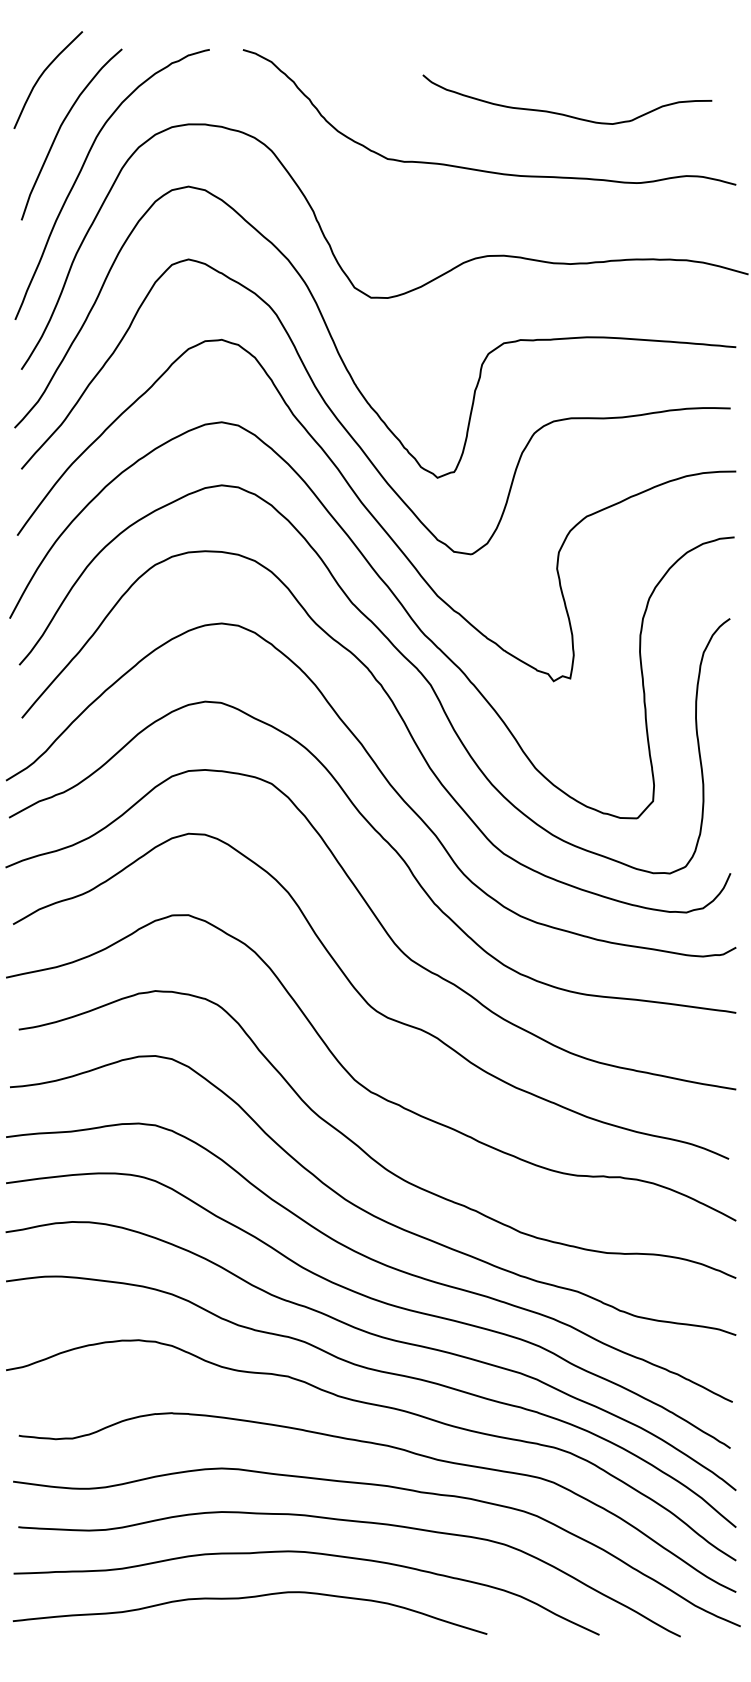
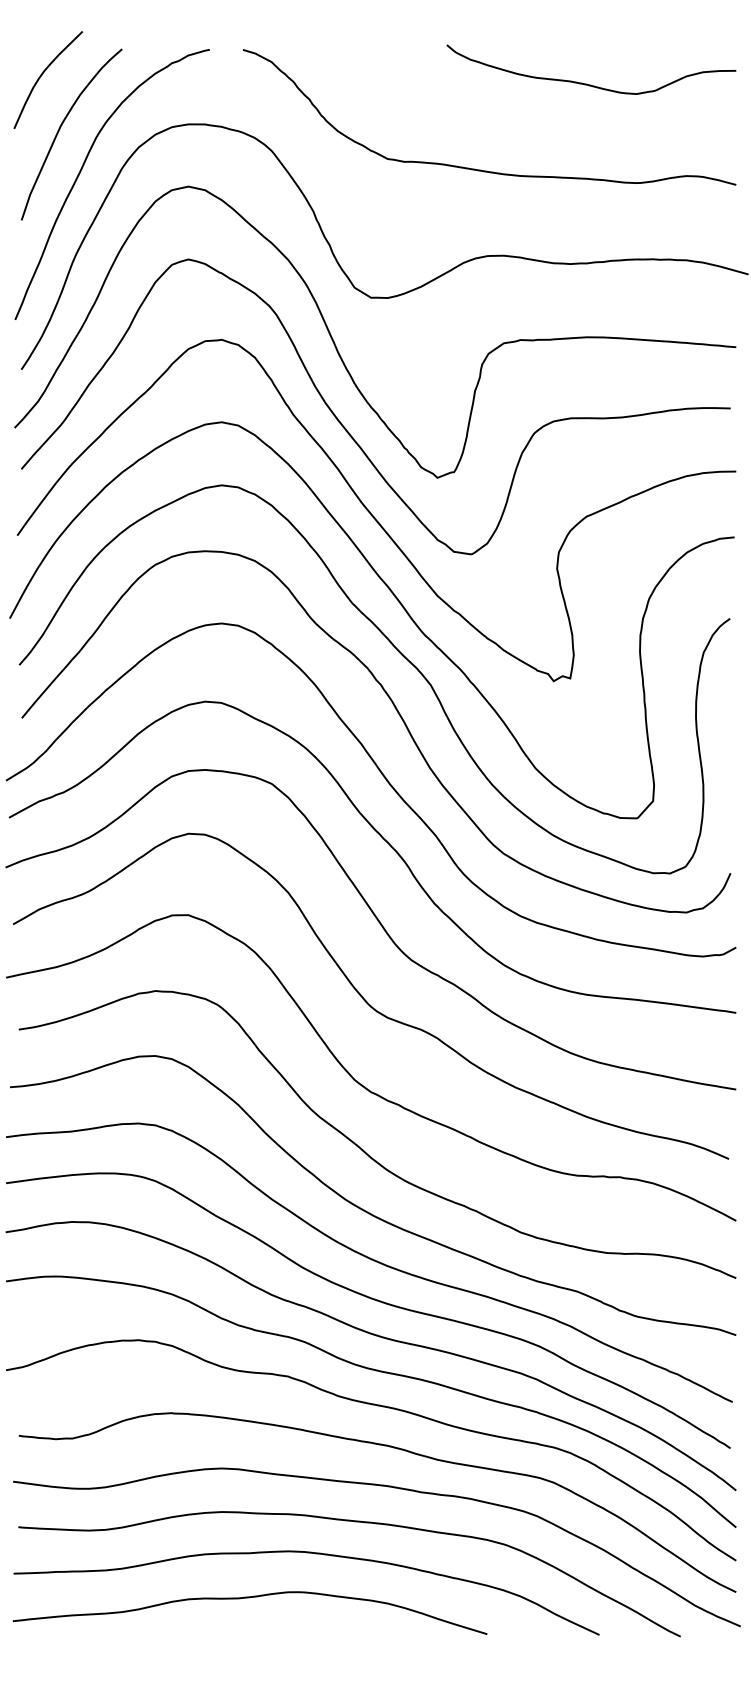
curve at (563, 113) position: (563, 113) -> (587, 83)
